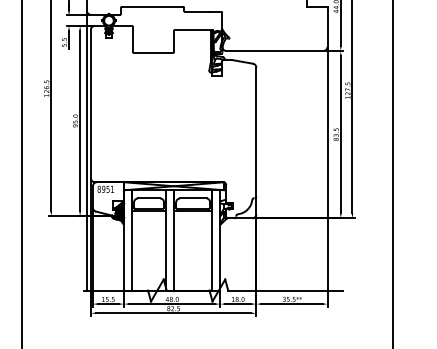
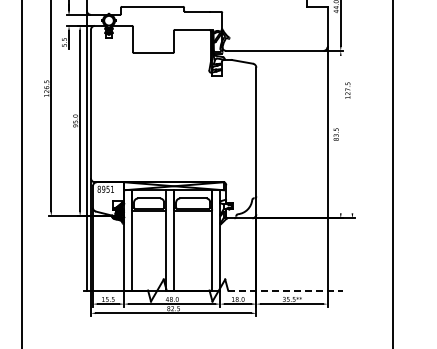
line at (352, 107): present -> none
line at (340, 134): present -> none
line at (285, 290): solid -> dashed
